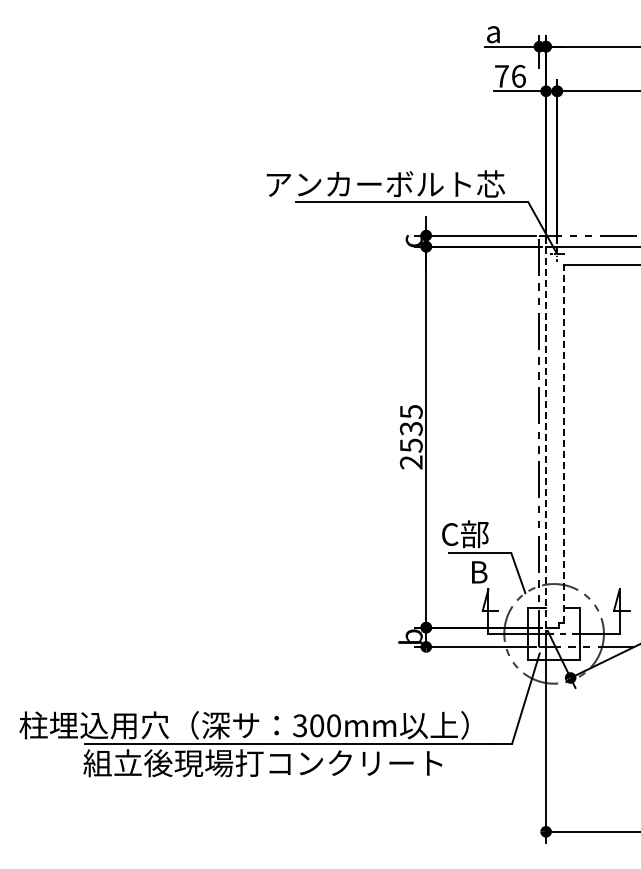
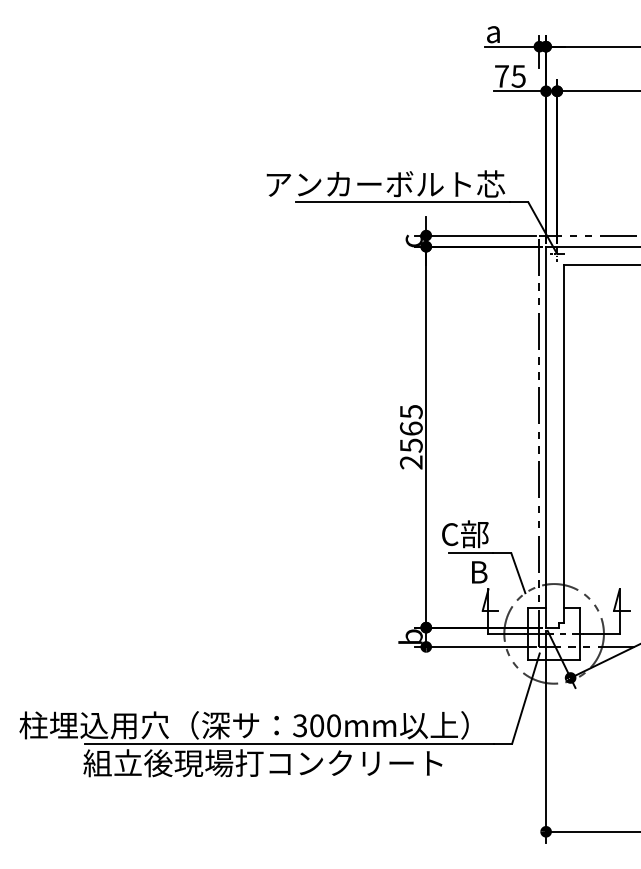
text at (518, 76): 76 -> 75
text at (410, 428): 2535 -> 2565
line at (546, 436): dashed -> solid
line at (563, 443): dashed -> solid
